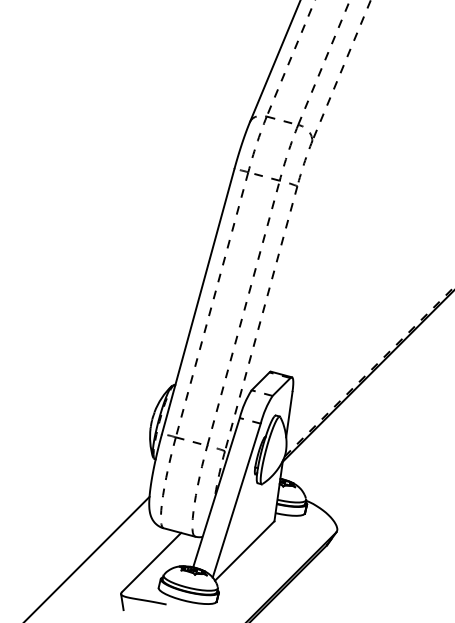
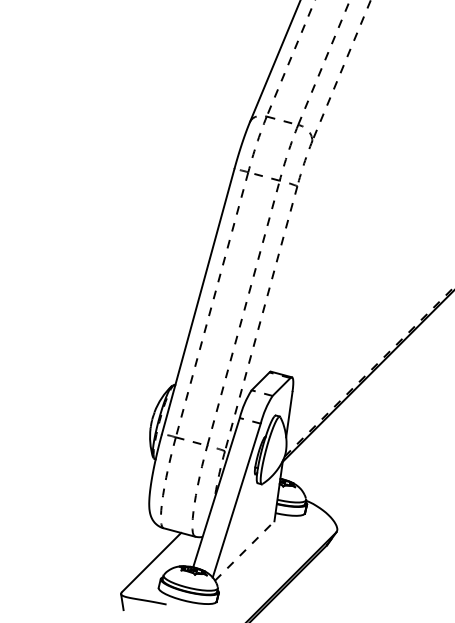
line at (245, 550): solid -> dashed
line at (87, 557): present -> none
